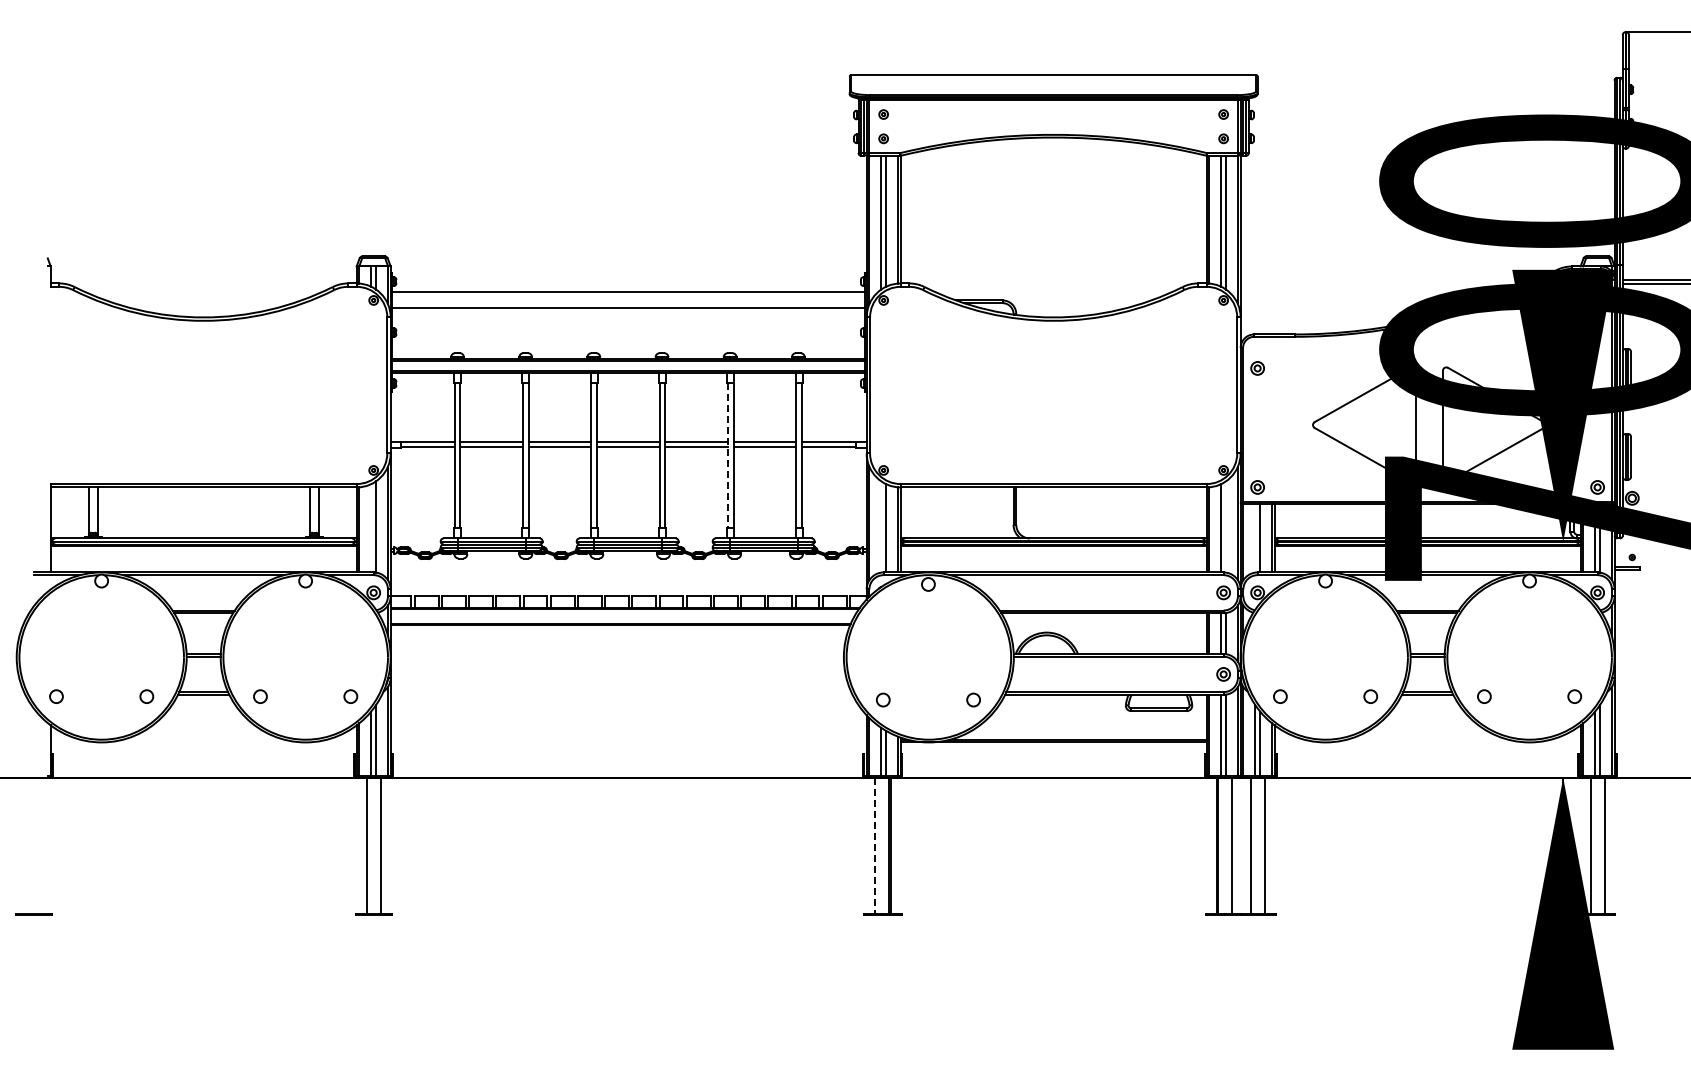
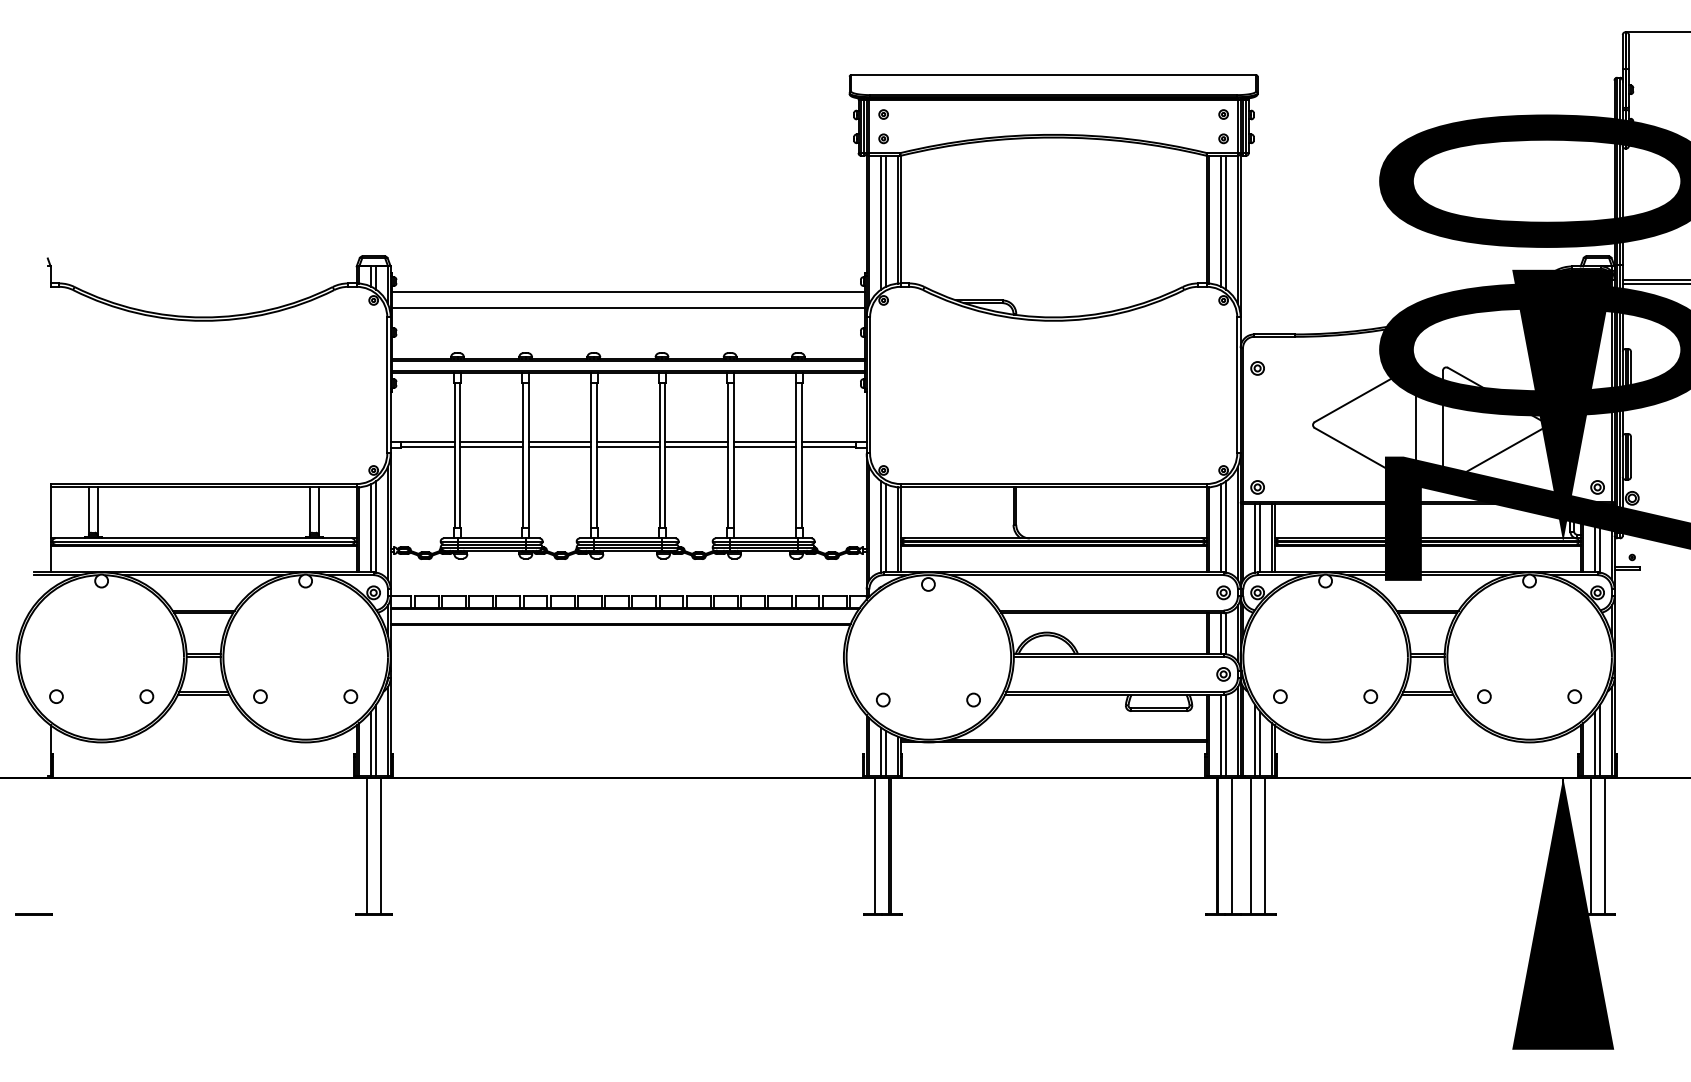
line at (728, 455): dashed -> solid
line at (880, 526): none -> present
line at (1226, 526): none -> present
line at (370, 528): none -> present
line at (1254, 538): none -> present
line at (875, 845): dashed -> solid
